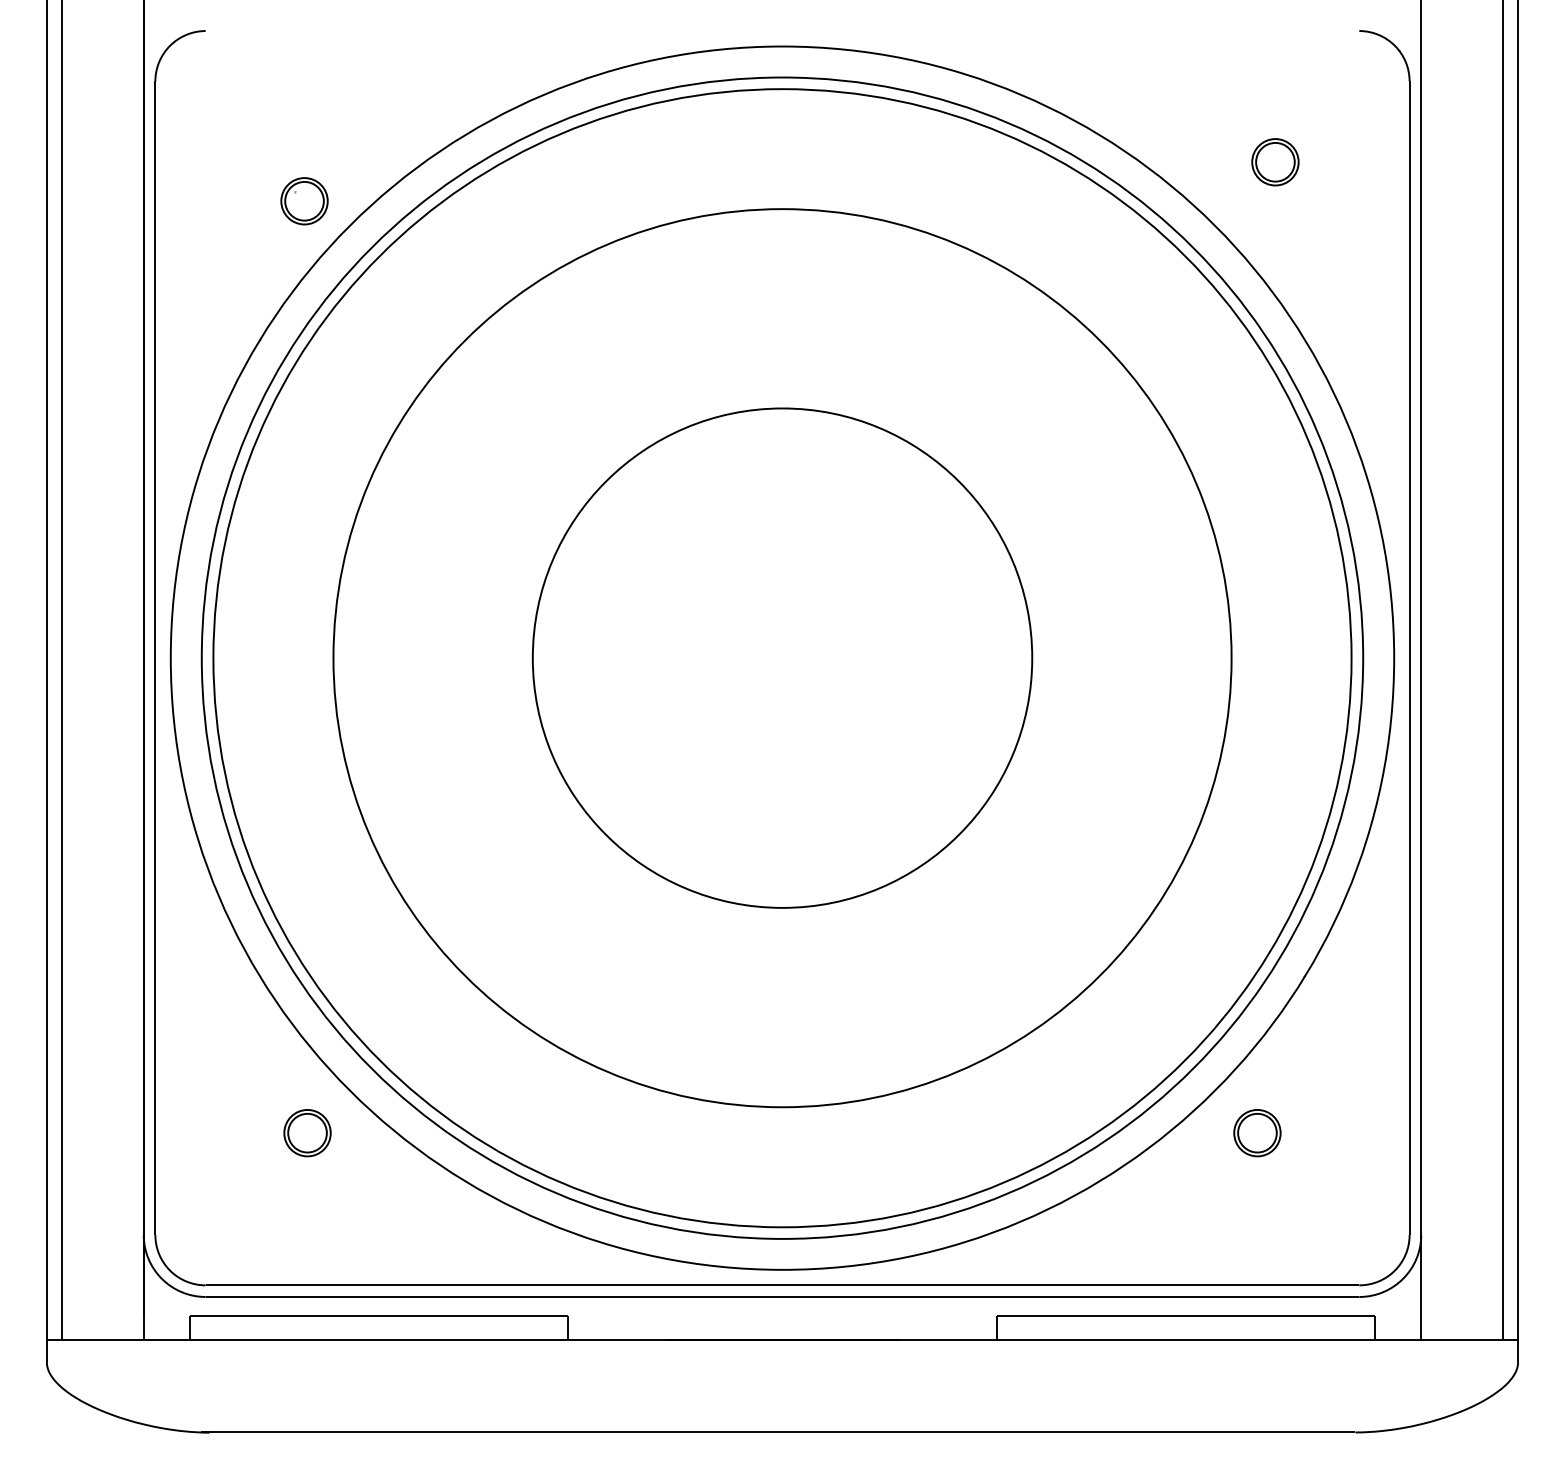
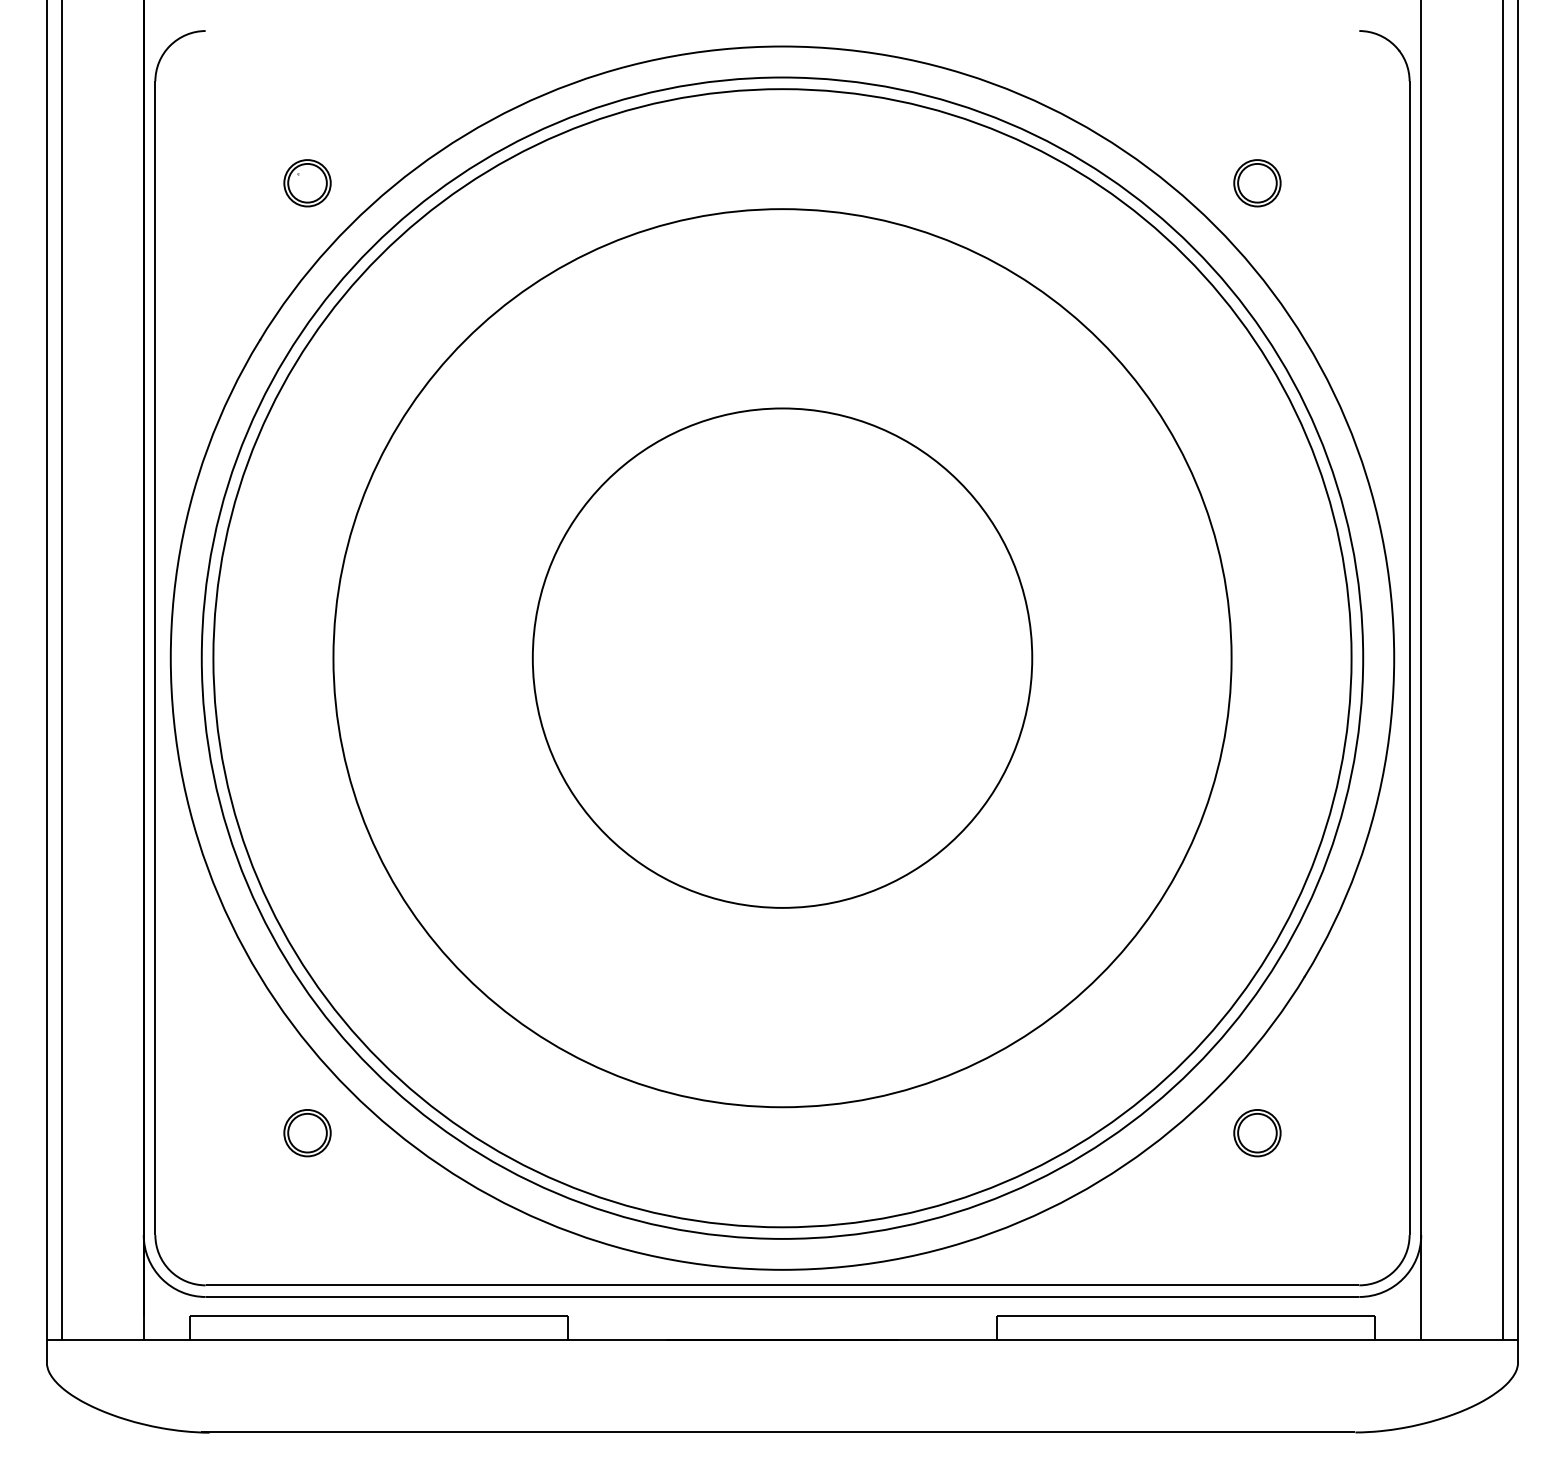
part at (1275, 162) position: (1275, 162) -> (1257, 183)
part at (304, 201) position: (304, 201) -> (307, 183)
